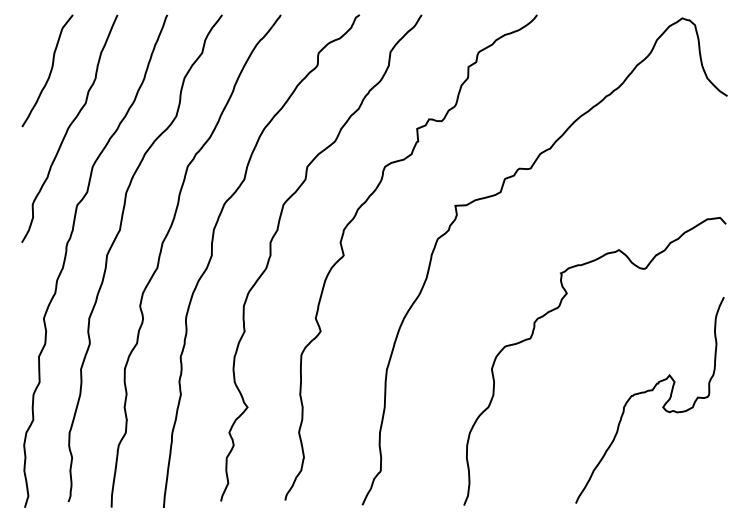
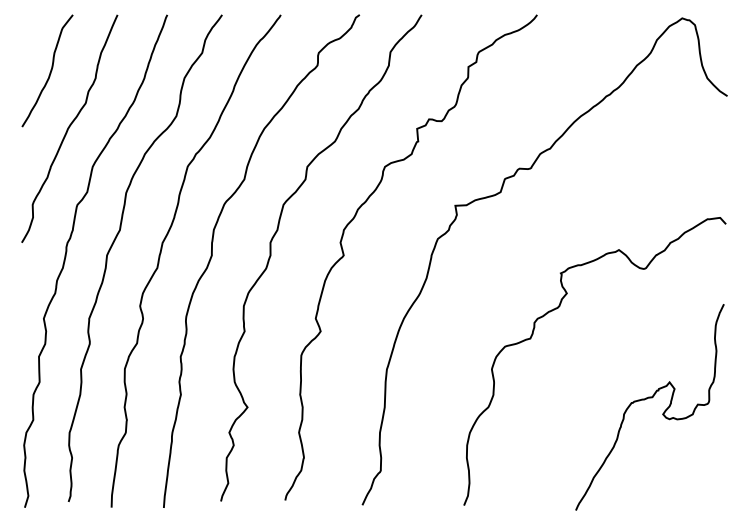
curve at (647, 392) position: (647, 392) -> (647, 399)
